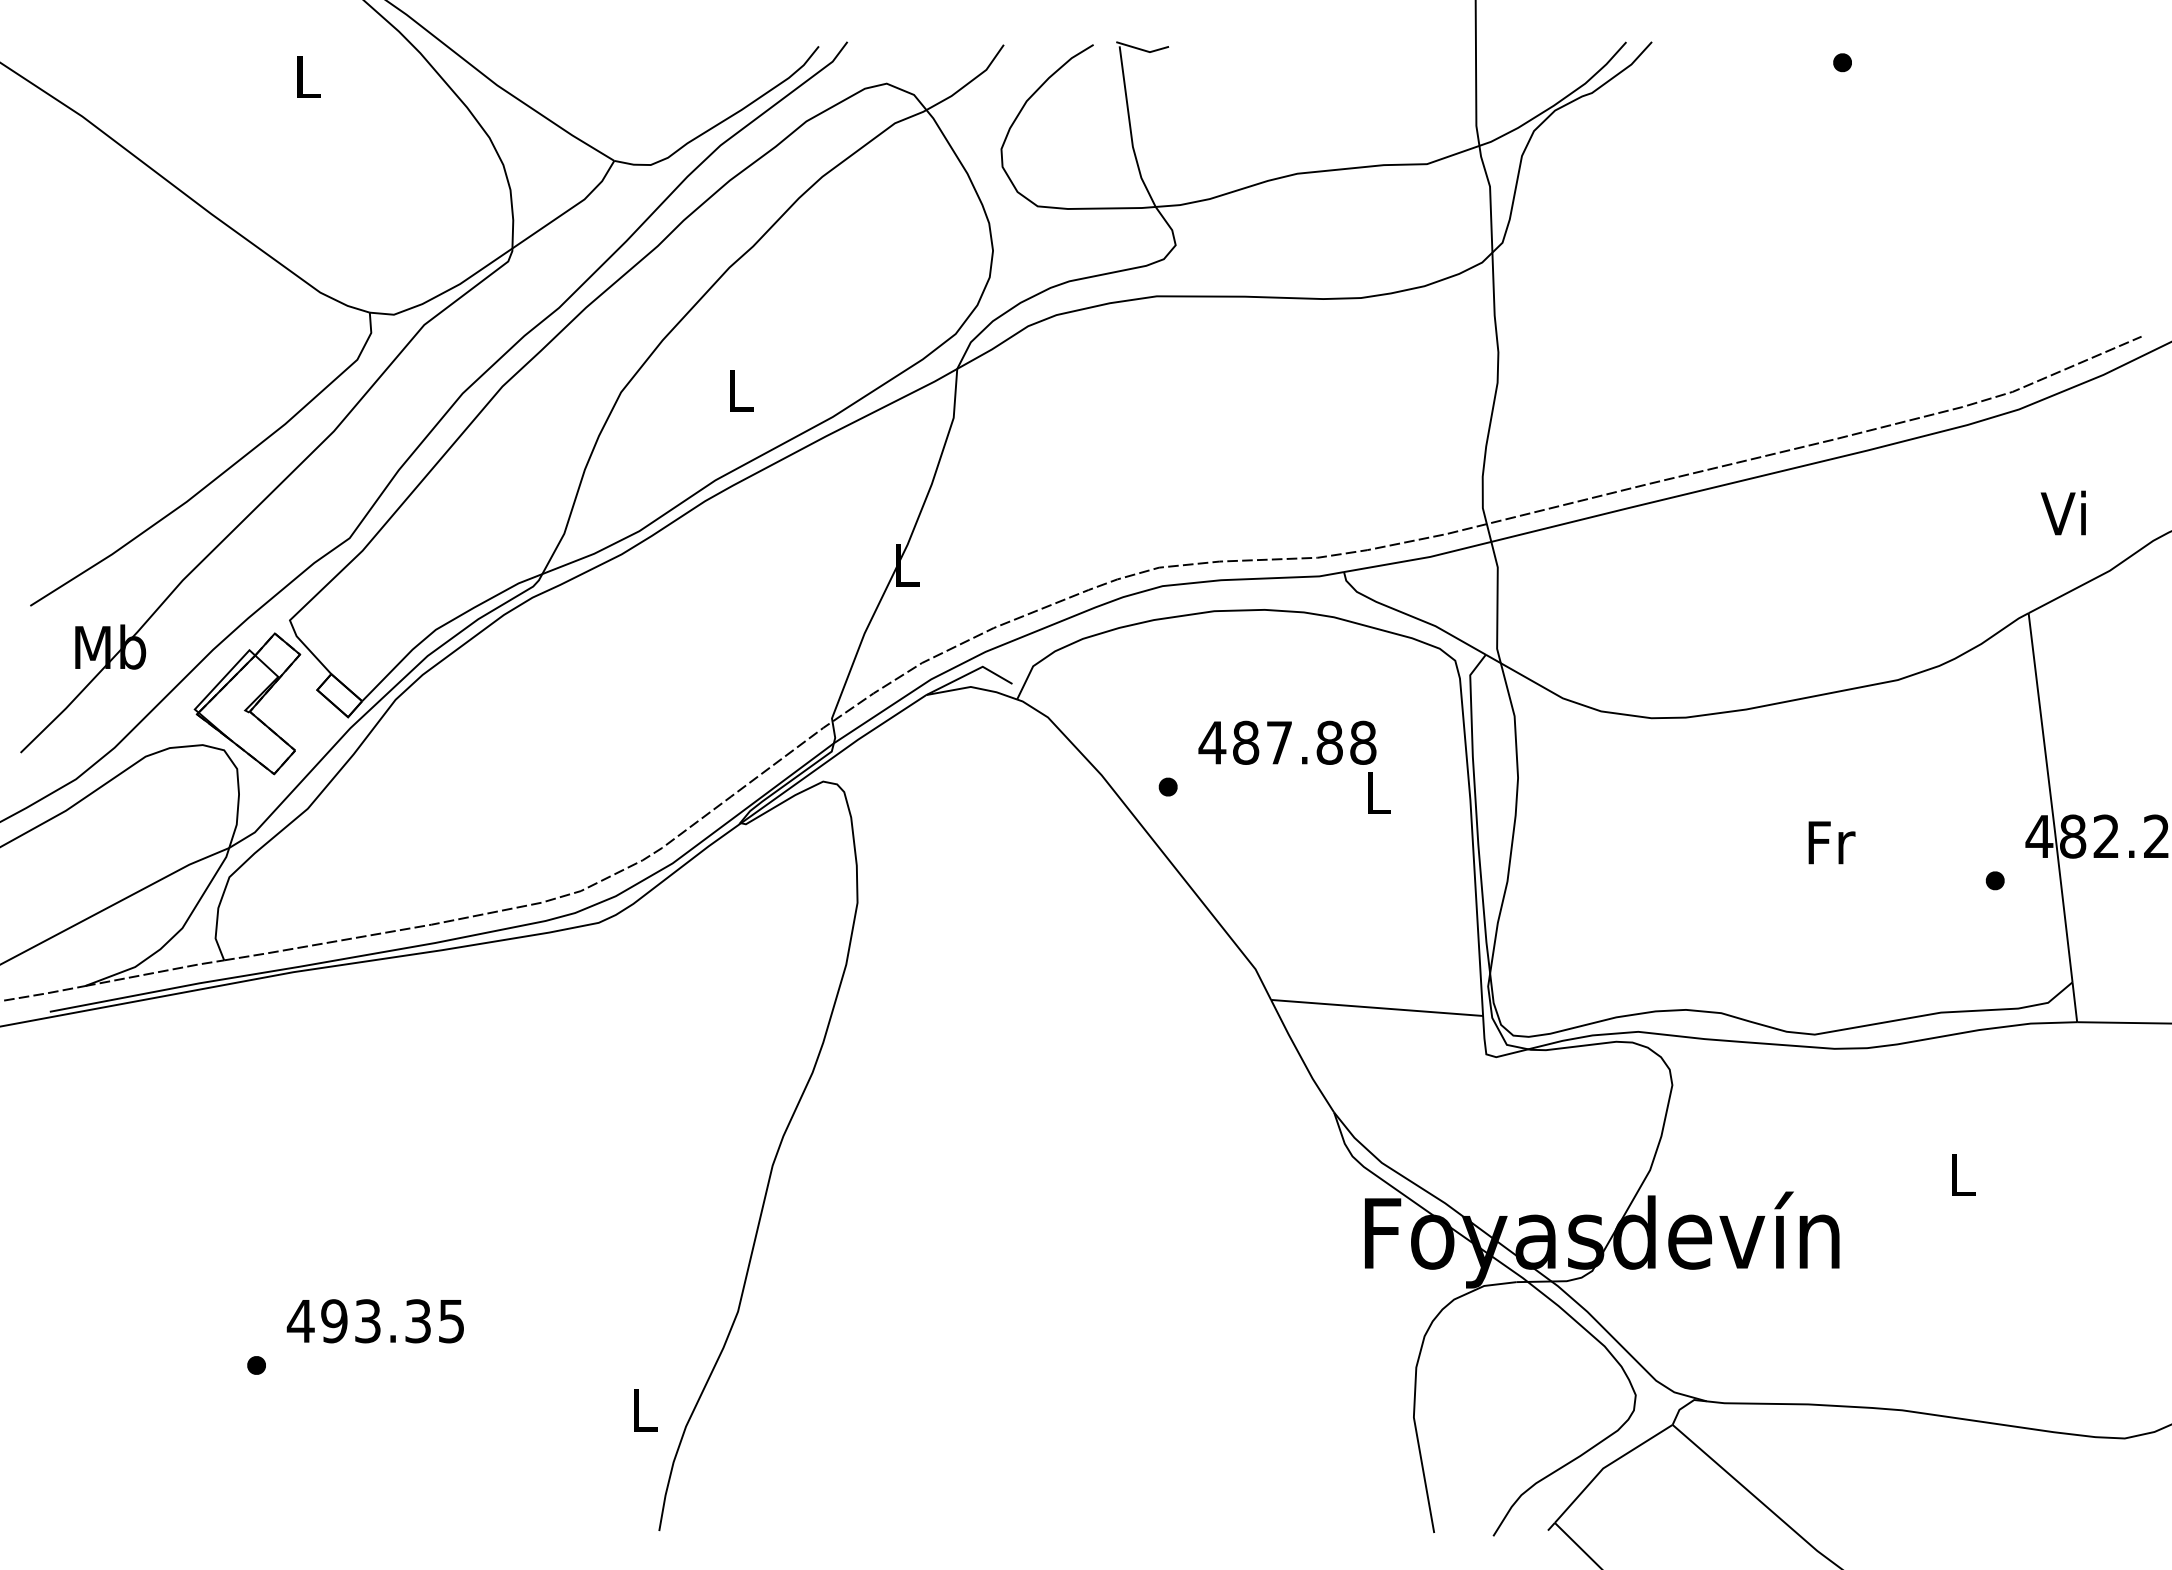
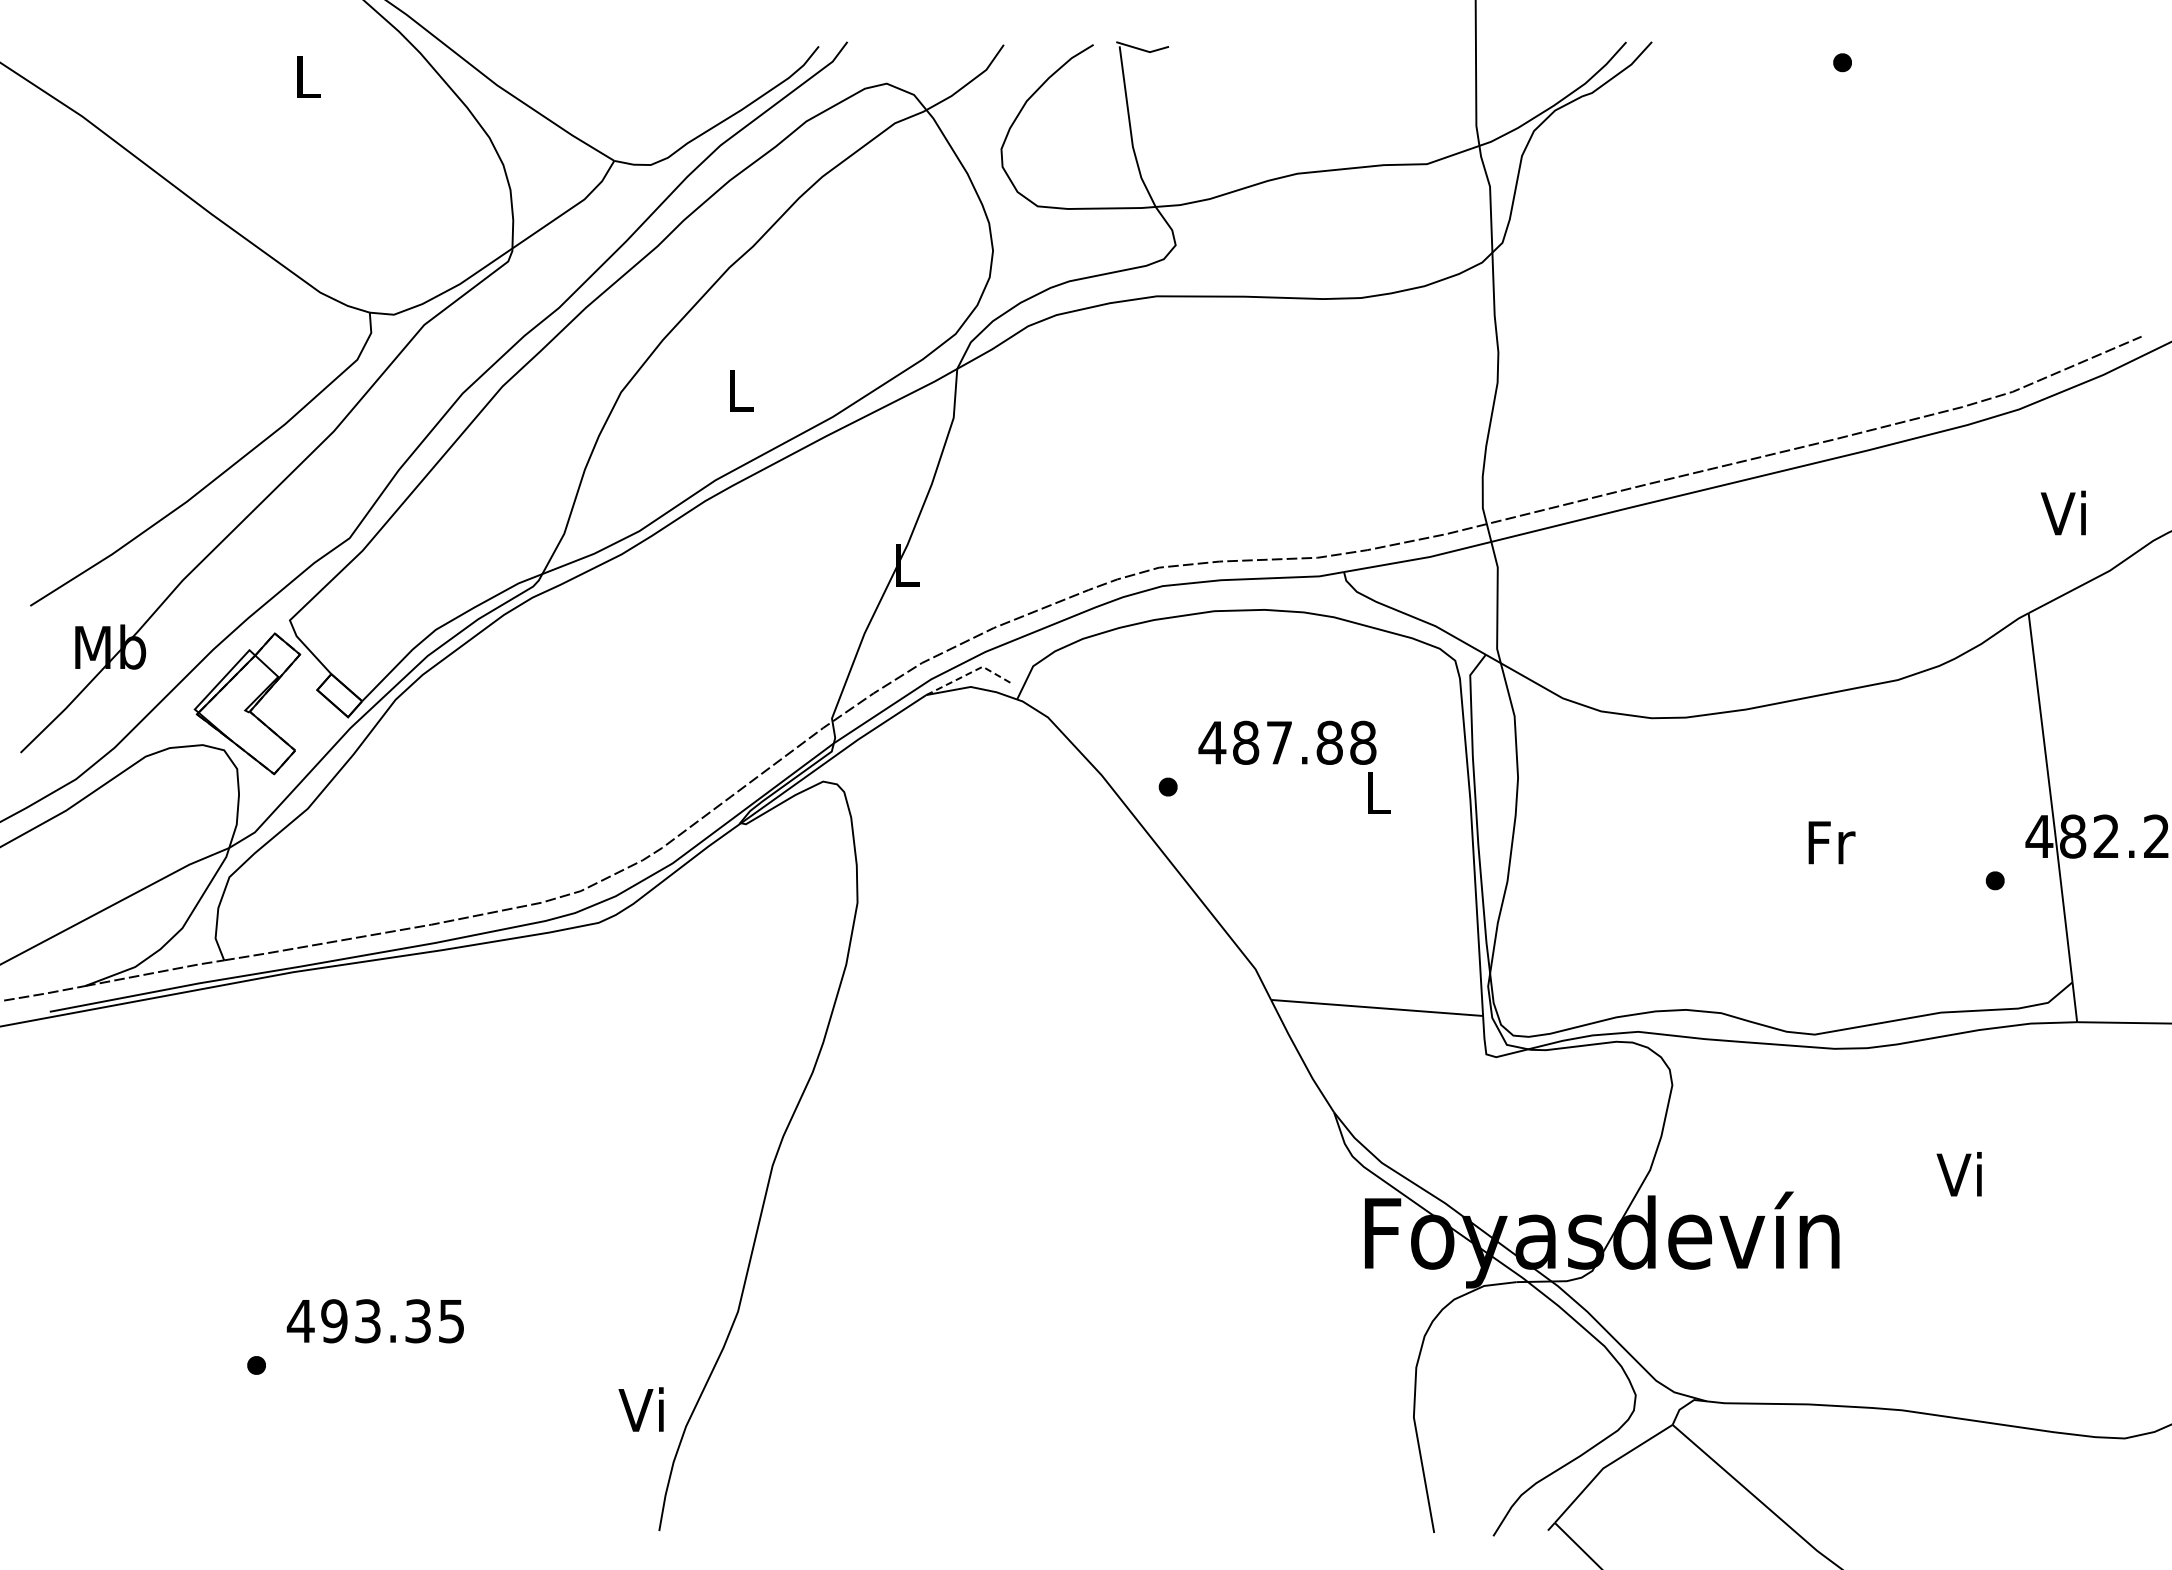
line at (970, 672): solid -> dashed
text at (1958, 1174): L -> Vi
text at (640, 1409): L -> Vi
